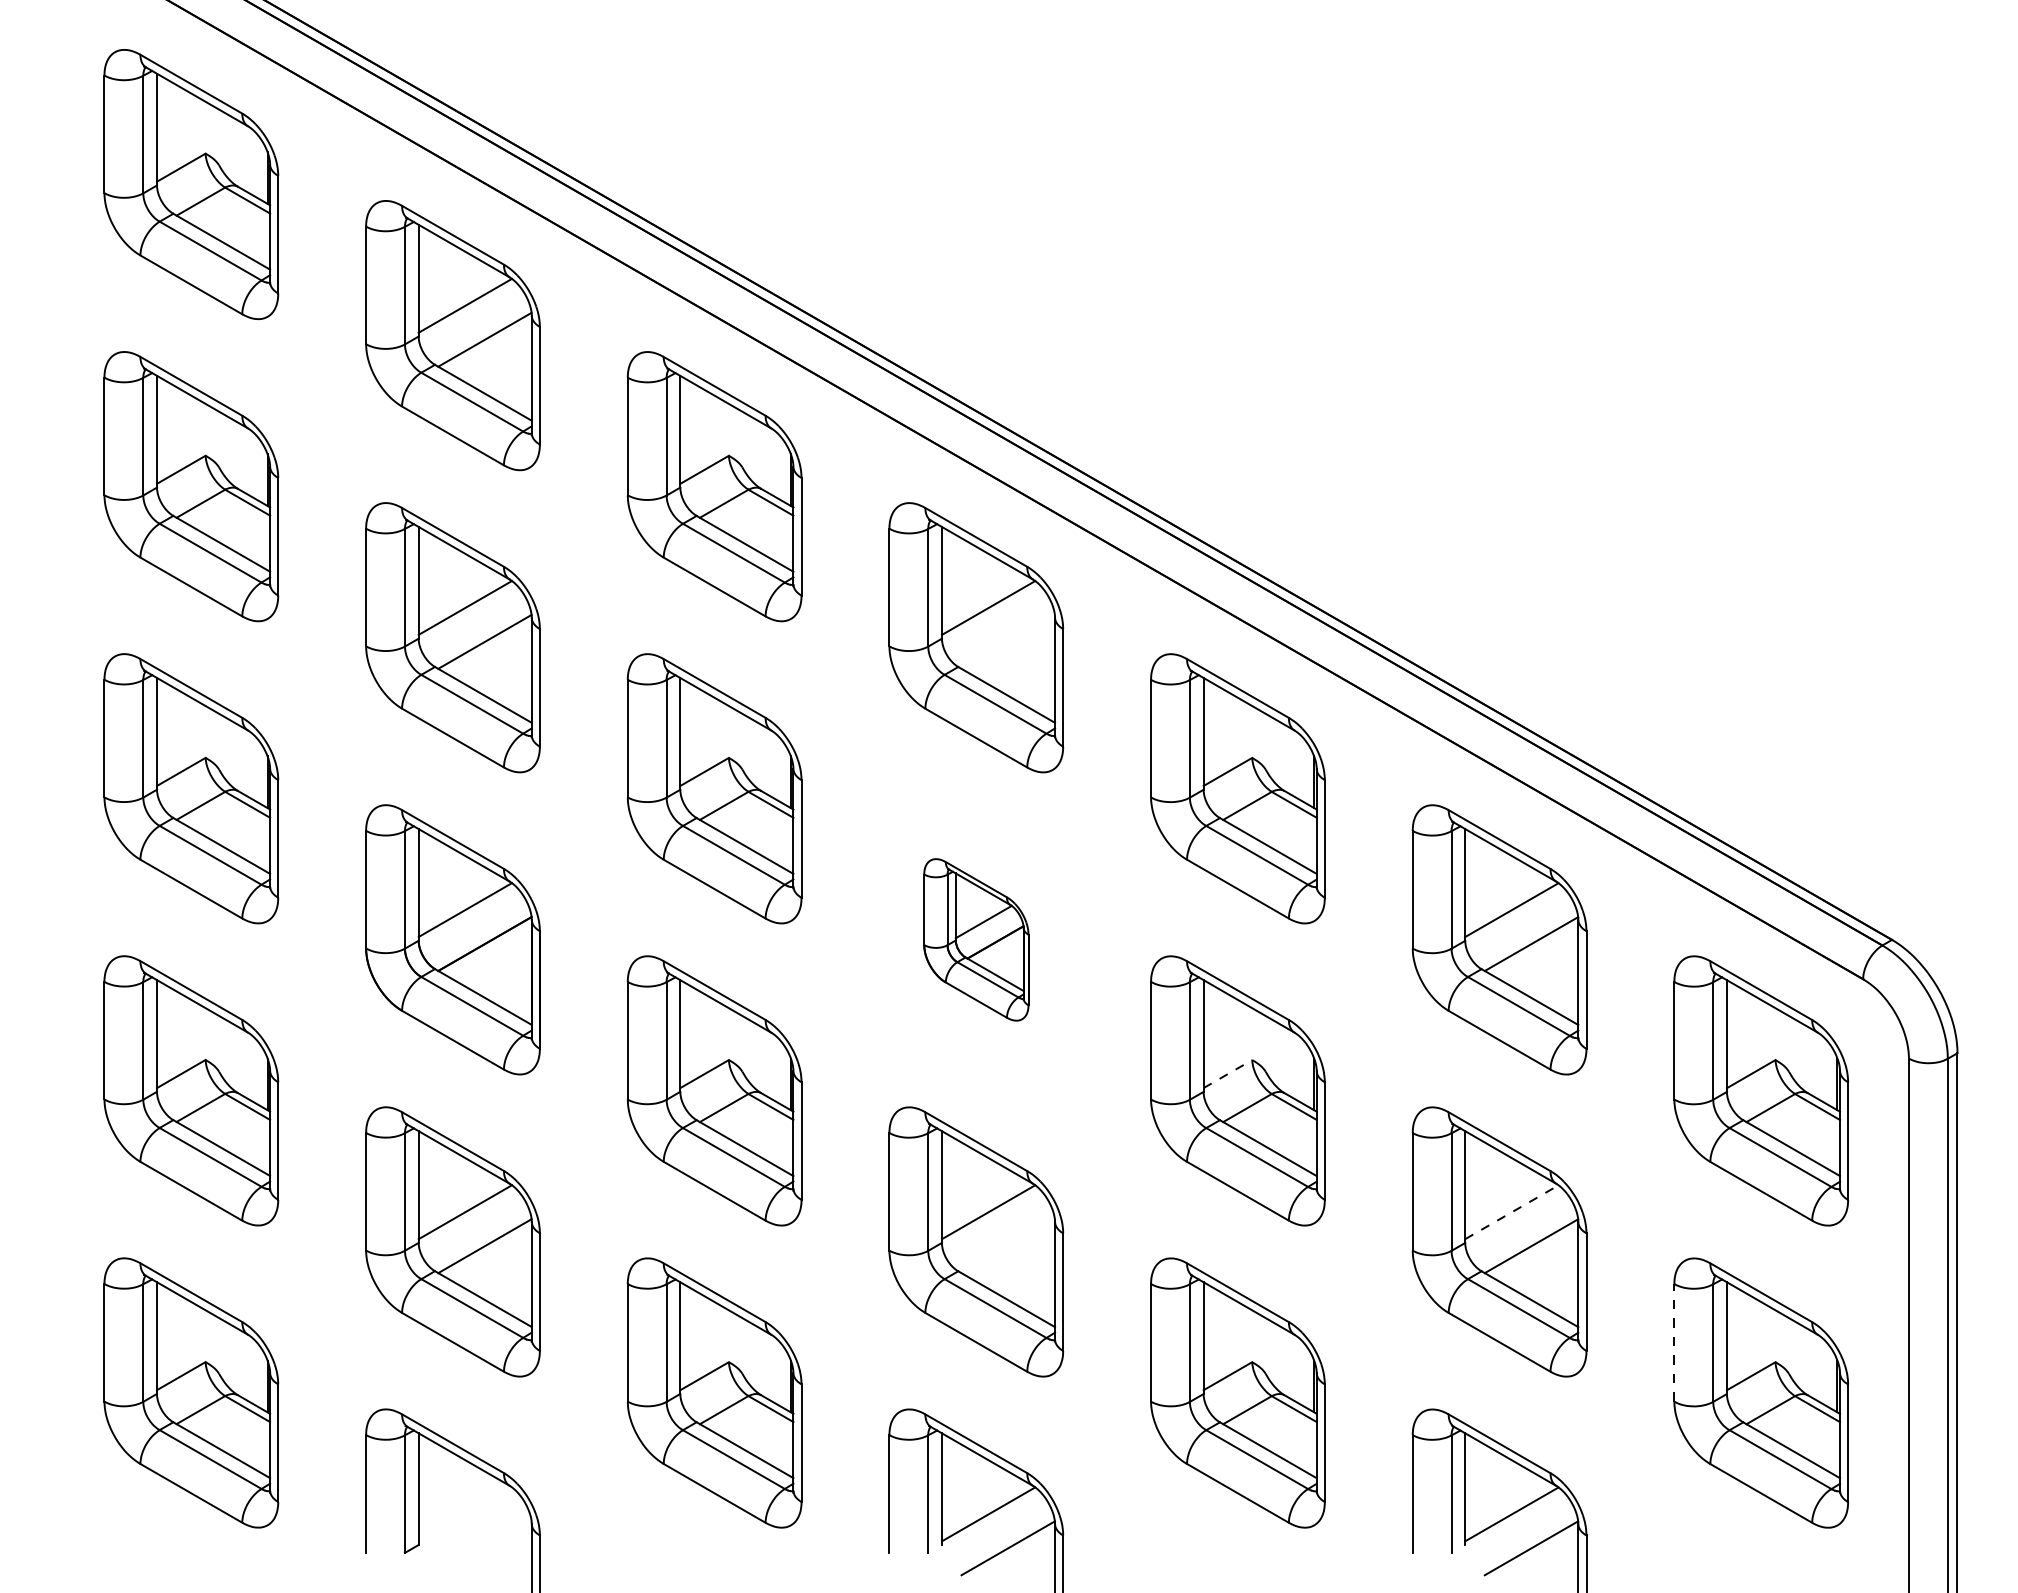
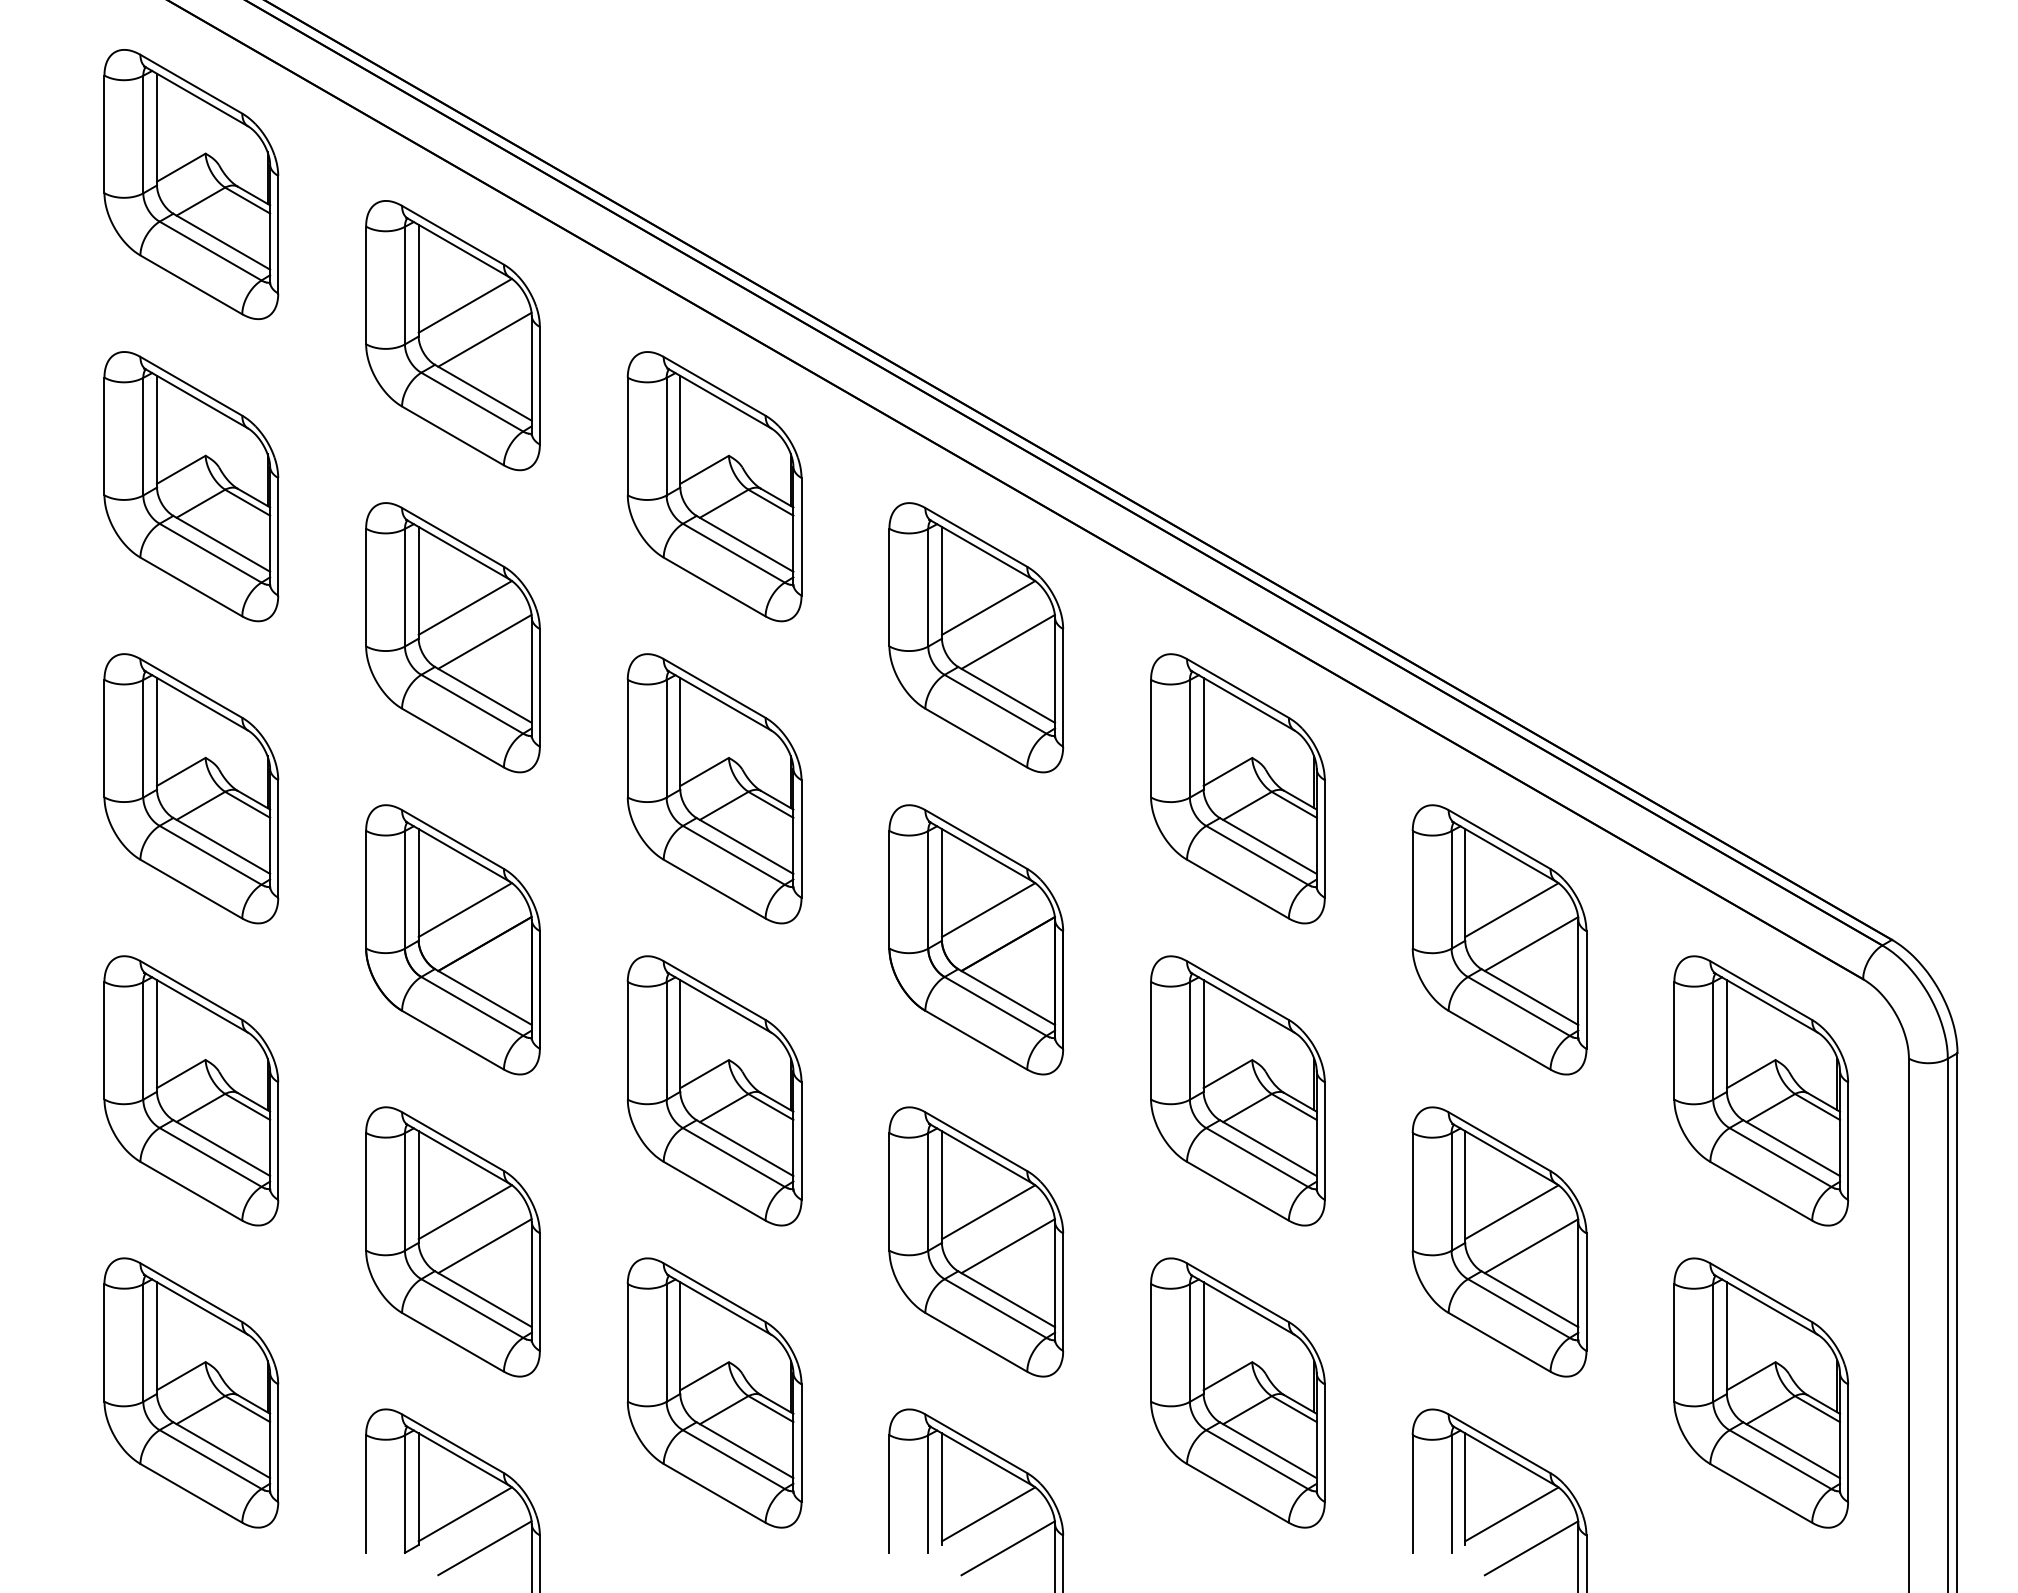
line at (1007, 641): none -> present
part at (976, 939) size: 107x164 px -> 177x272 px
line at (1228, 1073): dashed -> solid
line at (1511, 1212): dashed -> solid
line at (1007, 1246): none -> present
line at (1674, 1342): dashed -> solid
line at (465, 1514): none -> present
line at (484, 1548): none -> present
